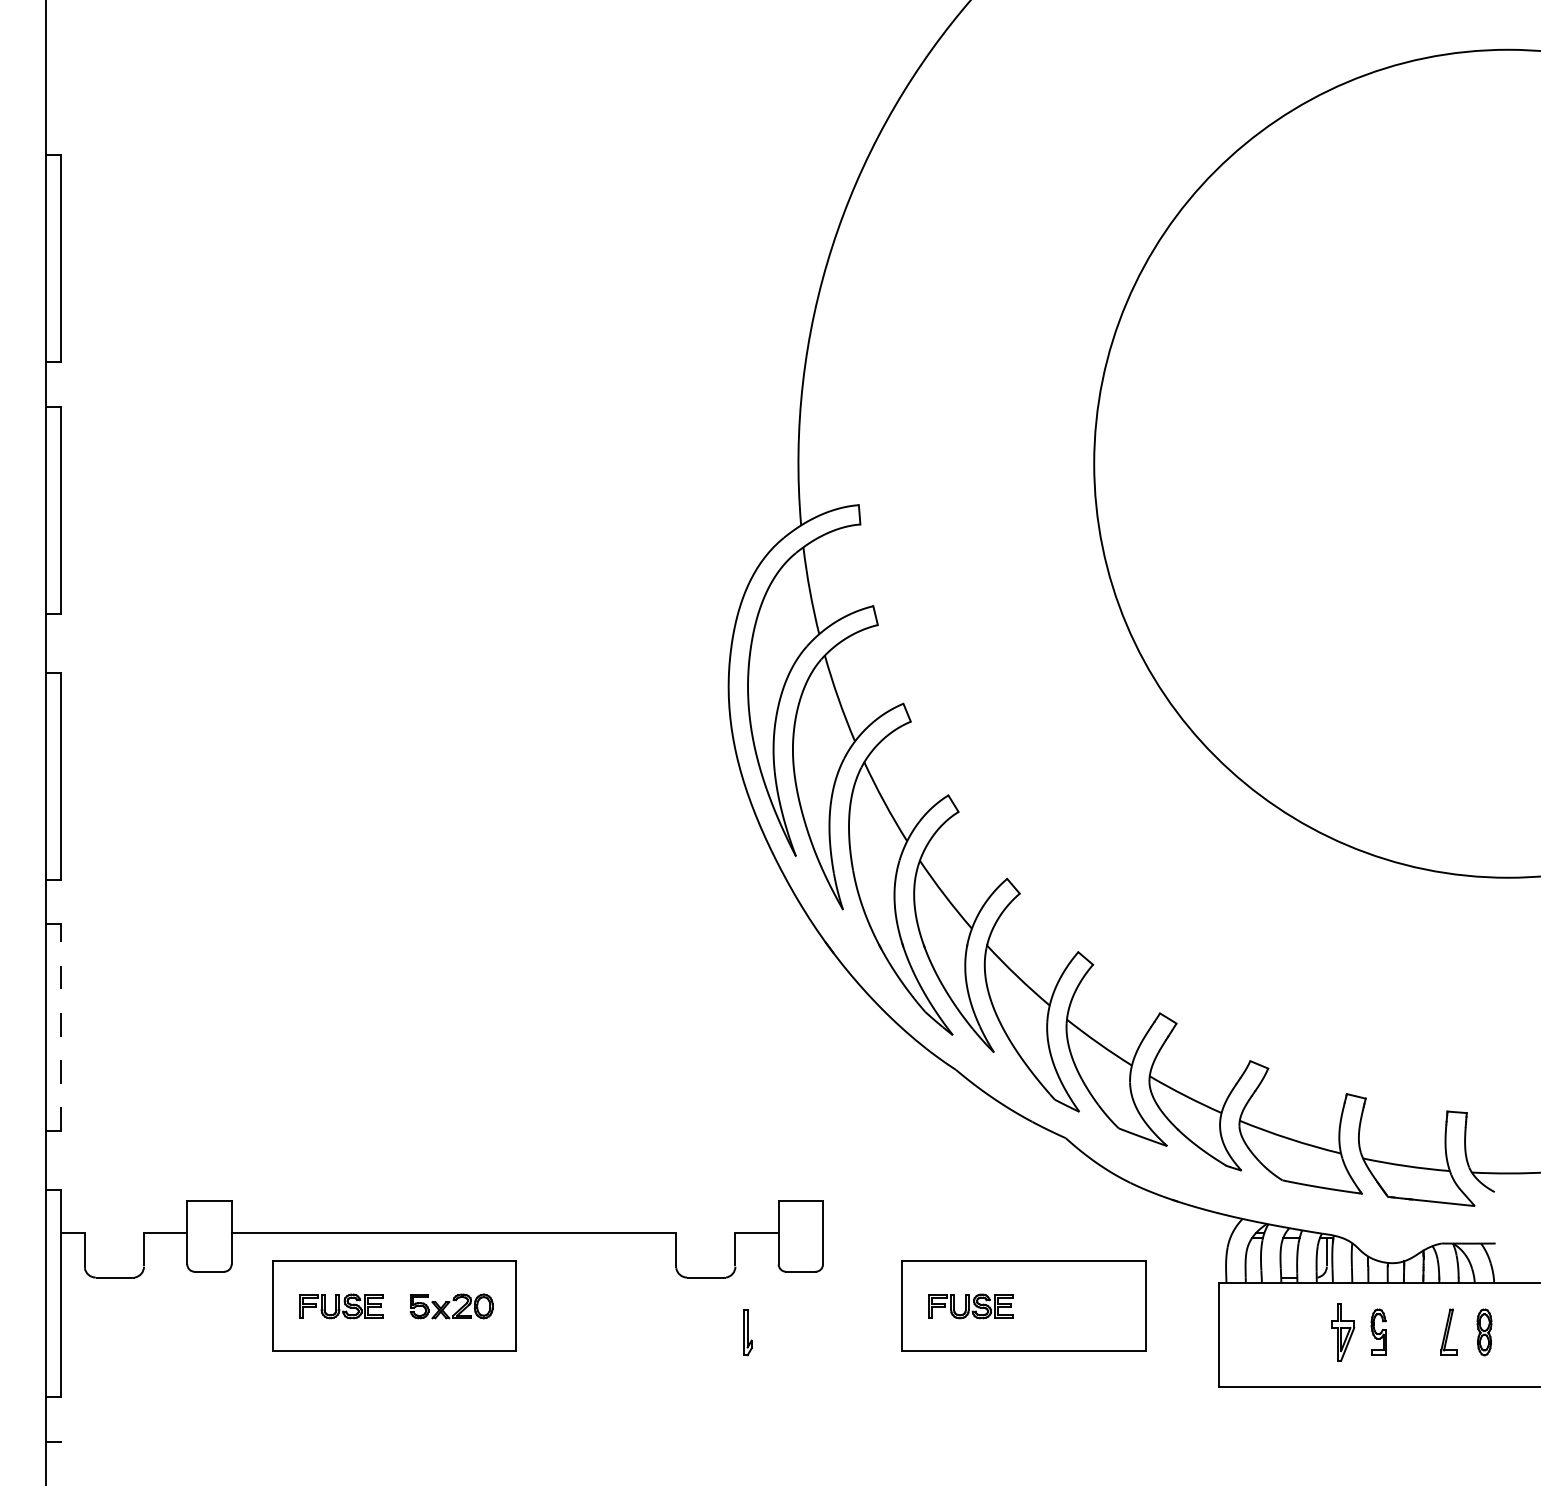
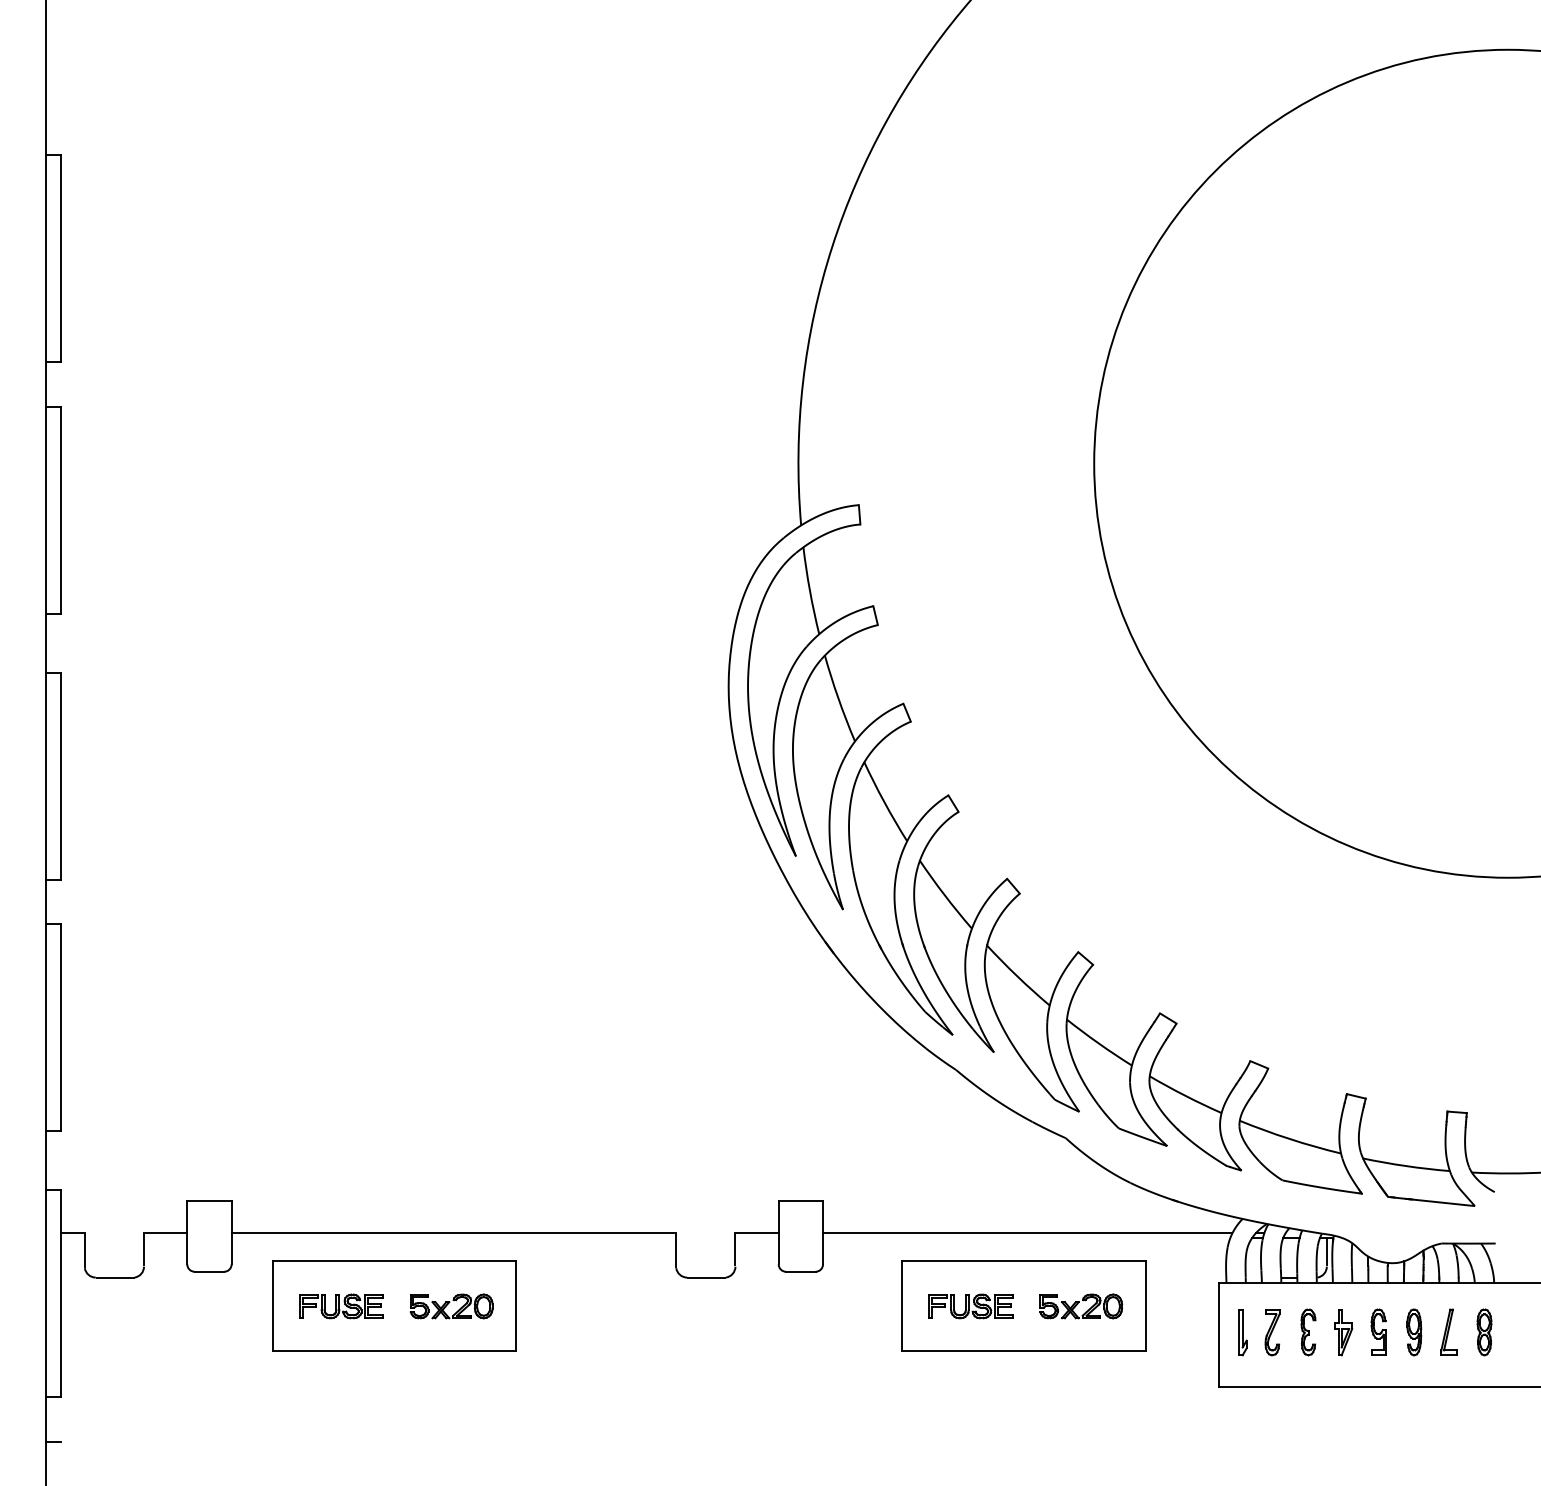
line at (61, 1027): dashed -> solid
line at (1027, 1233): none -> present
part at (1081, 1306): none -> present
part at (747, 1332) position: (747, 1332) -> (1242, 1332)
part at (1272, 1332): none -> present
part at (1308, 1332): none -> present
part at (1343, 1332) size: 25x59 px -> 20x48 px
part at (1414, 1332): none -> present
